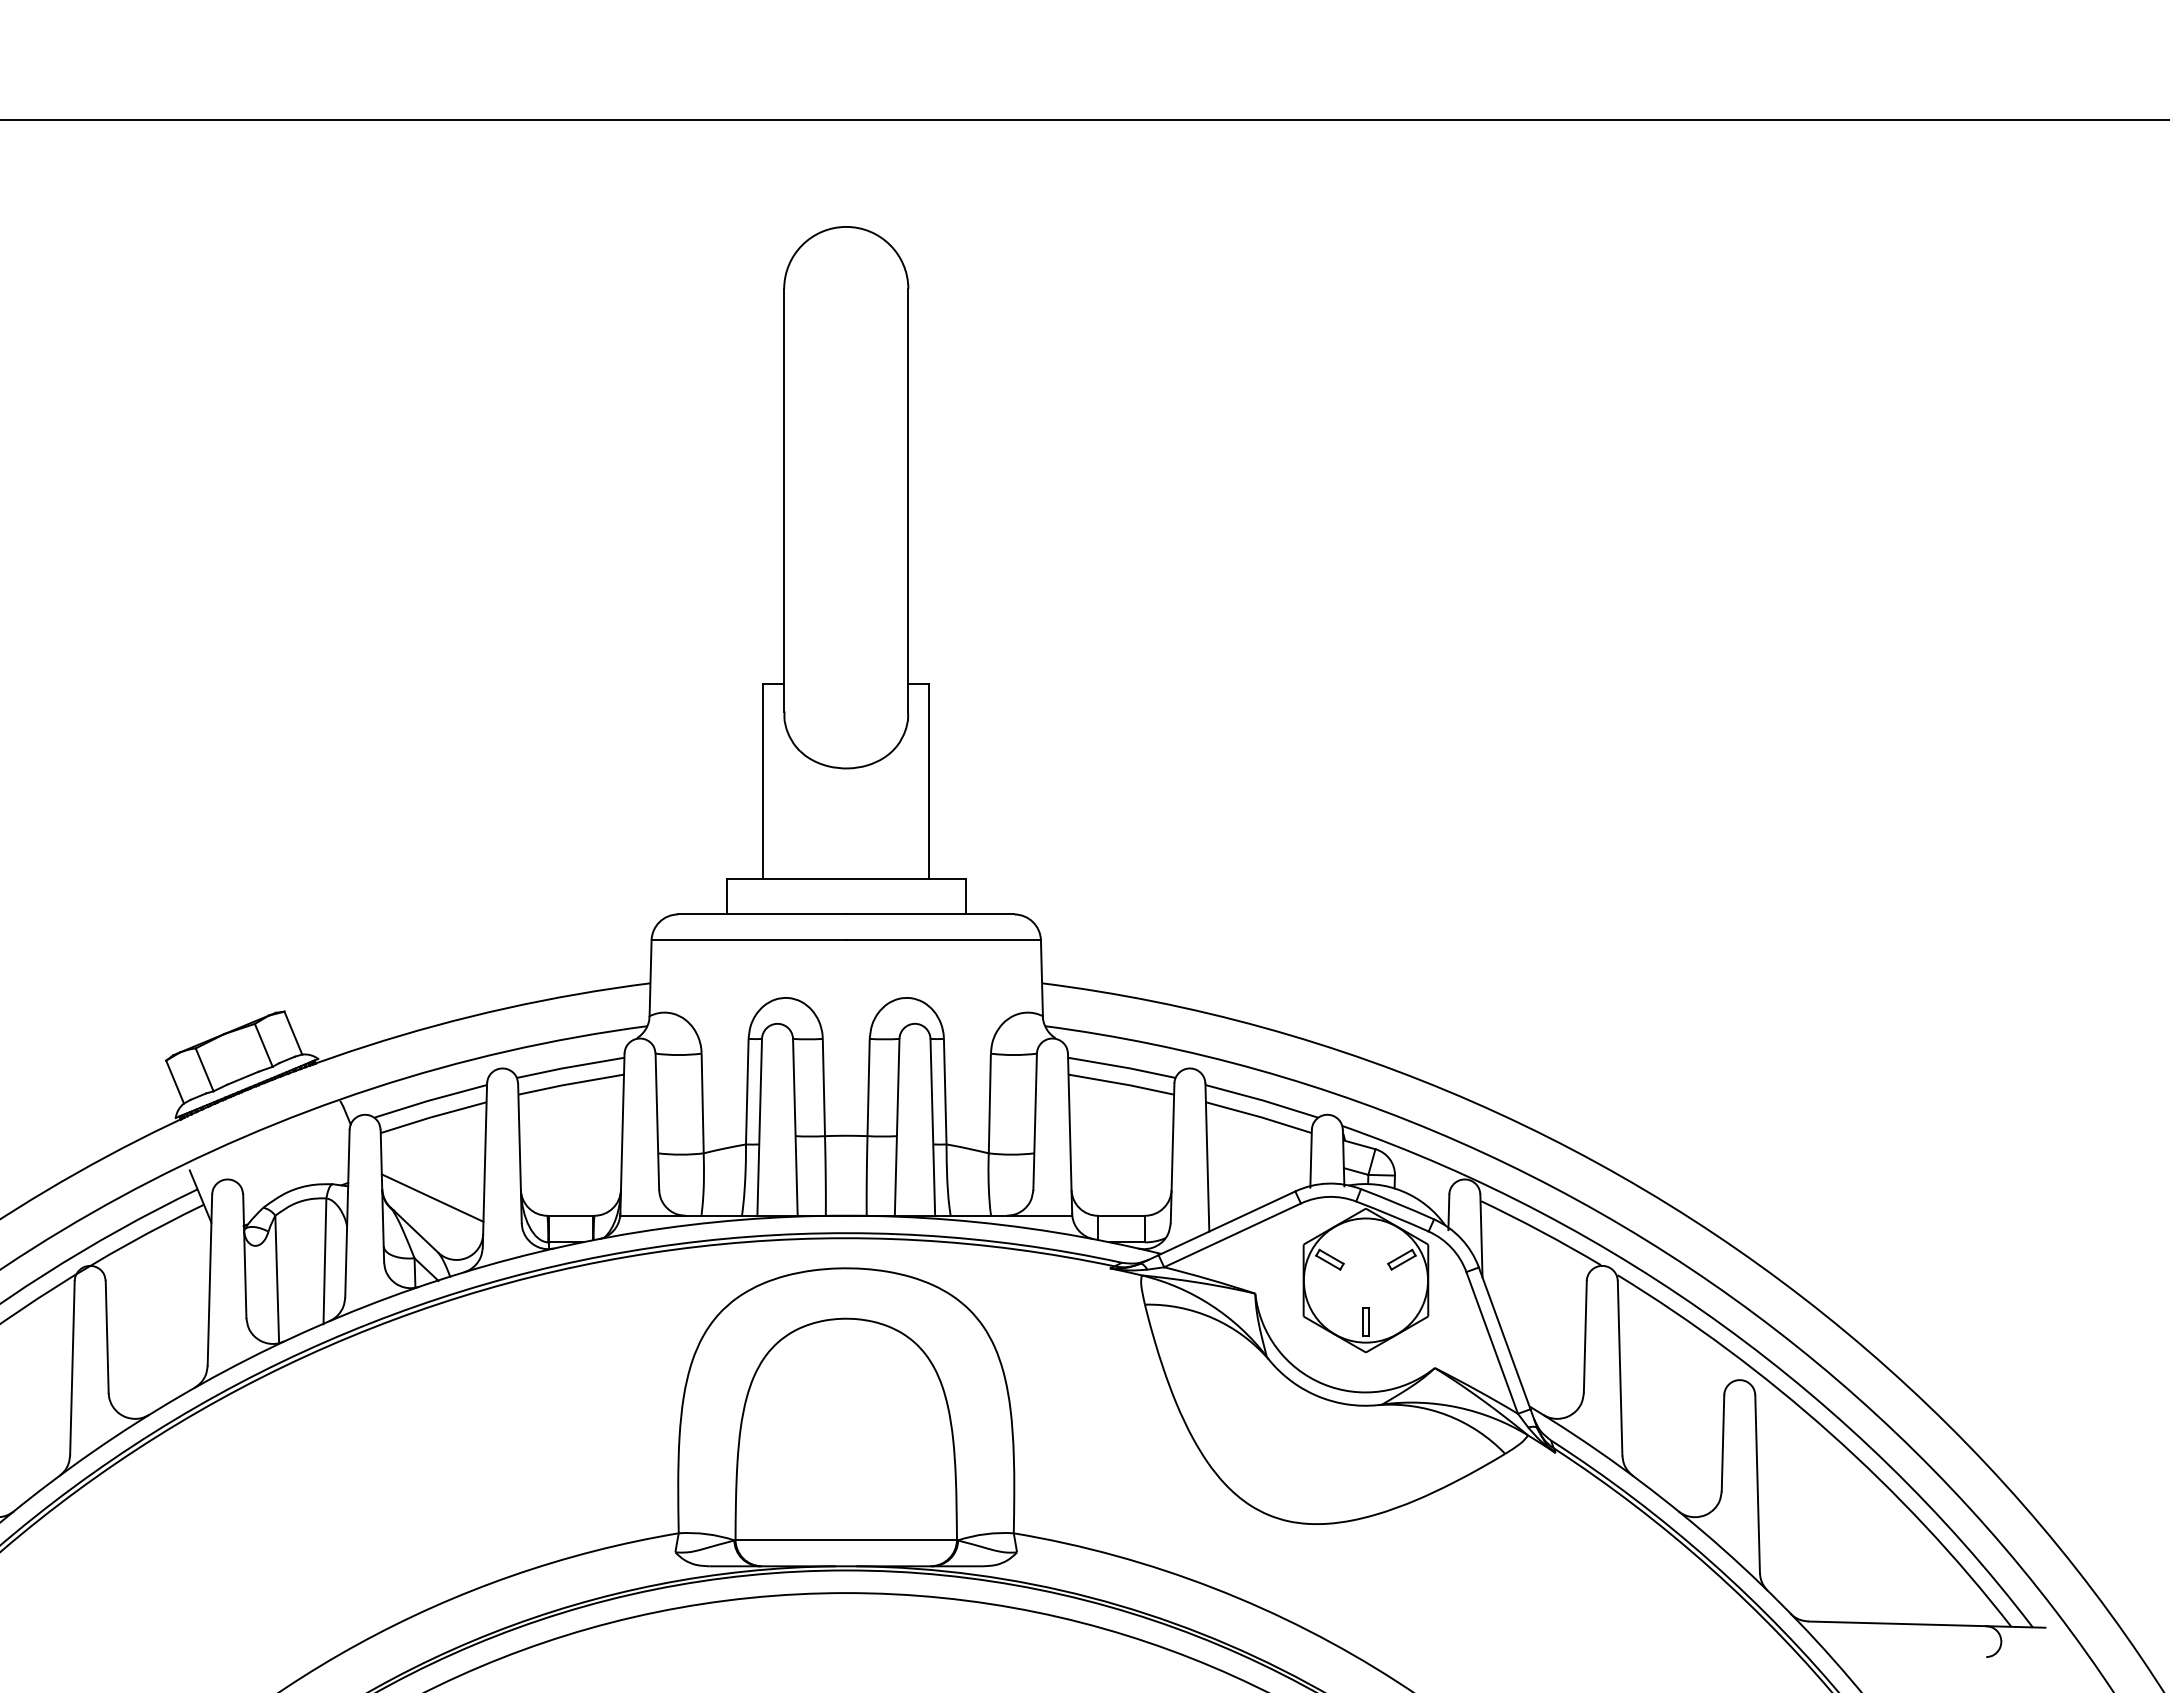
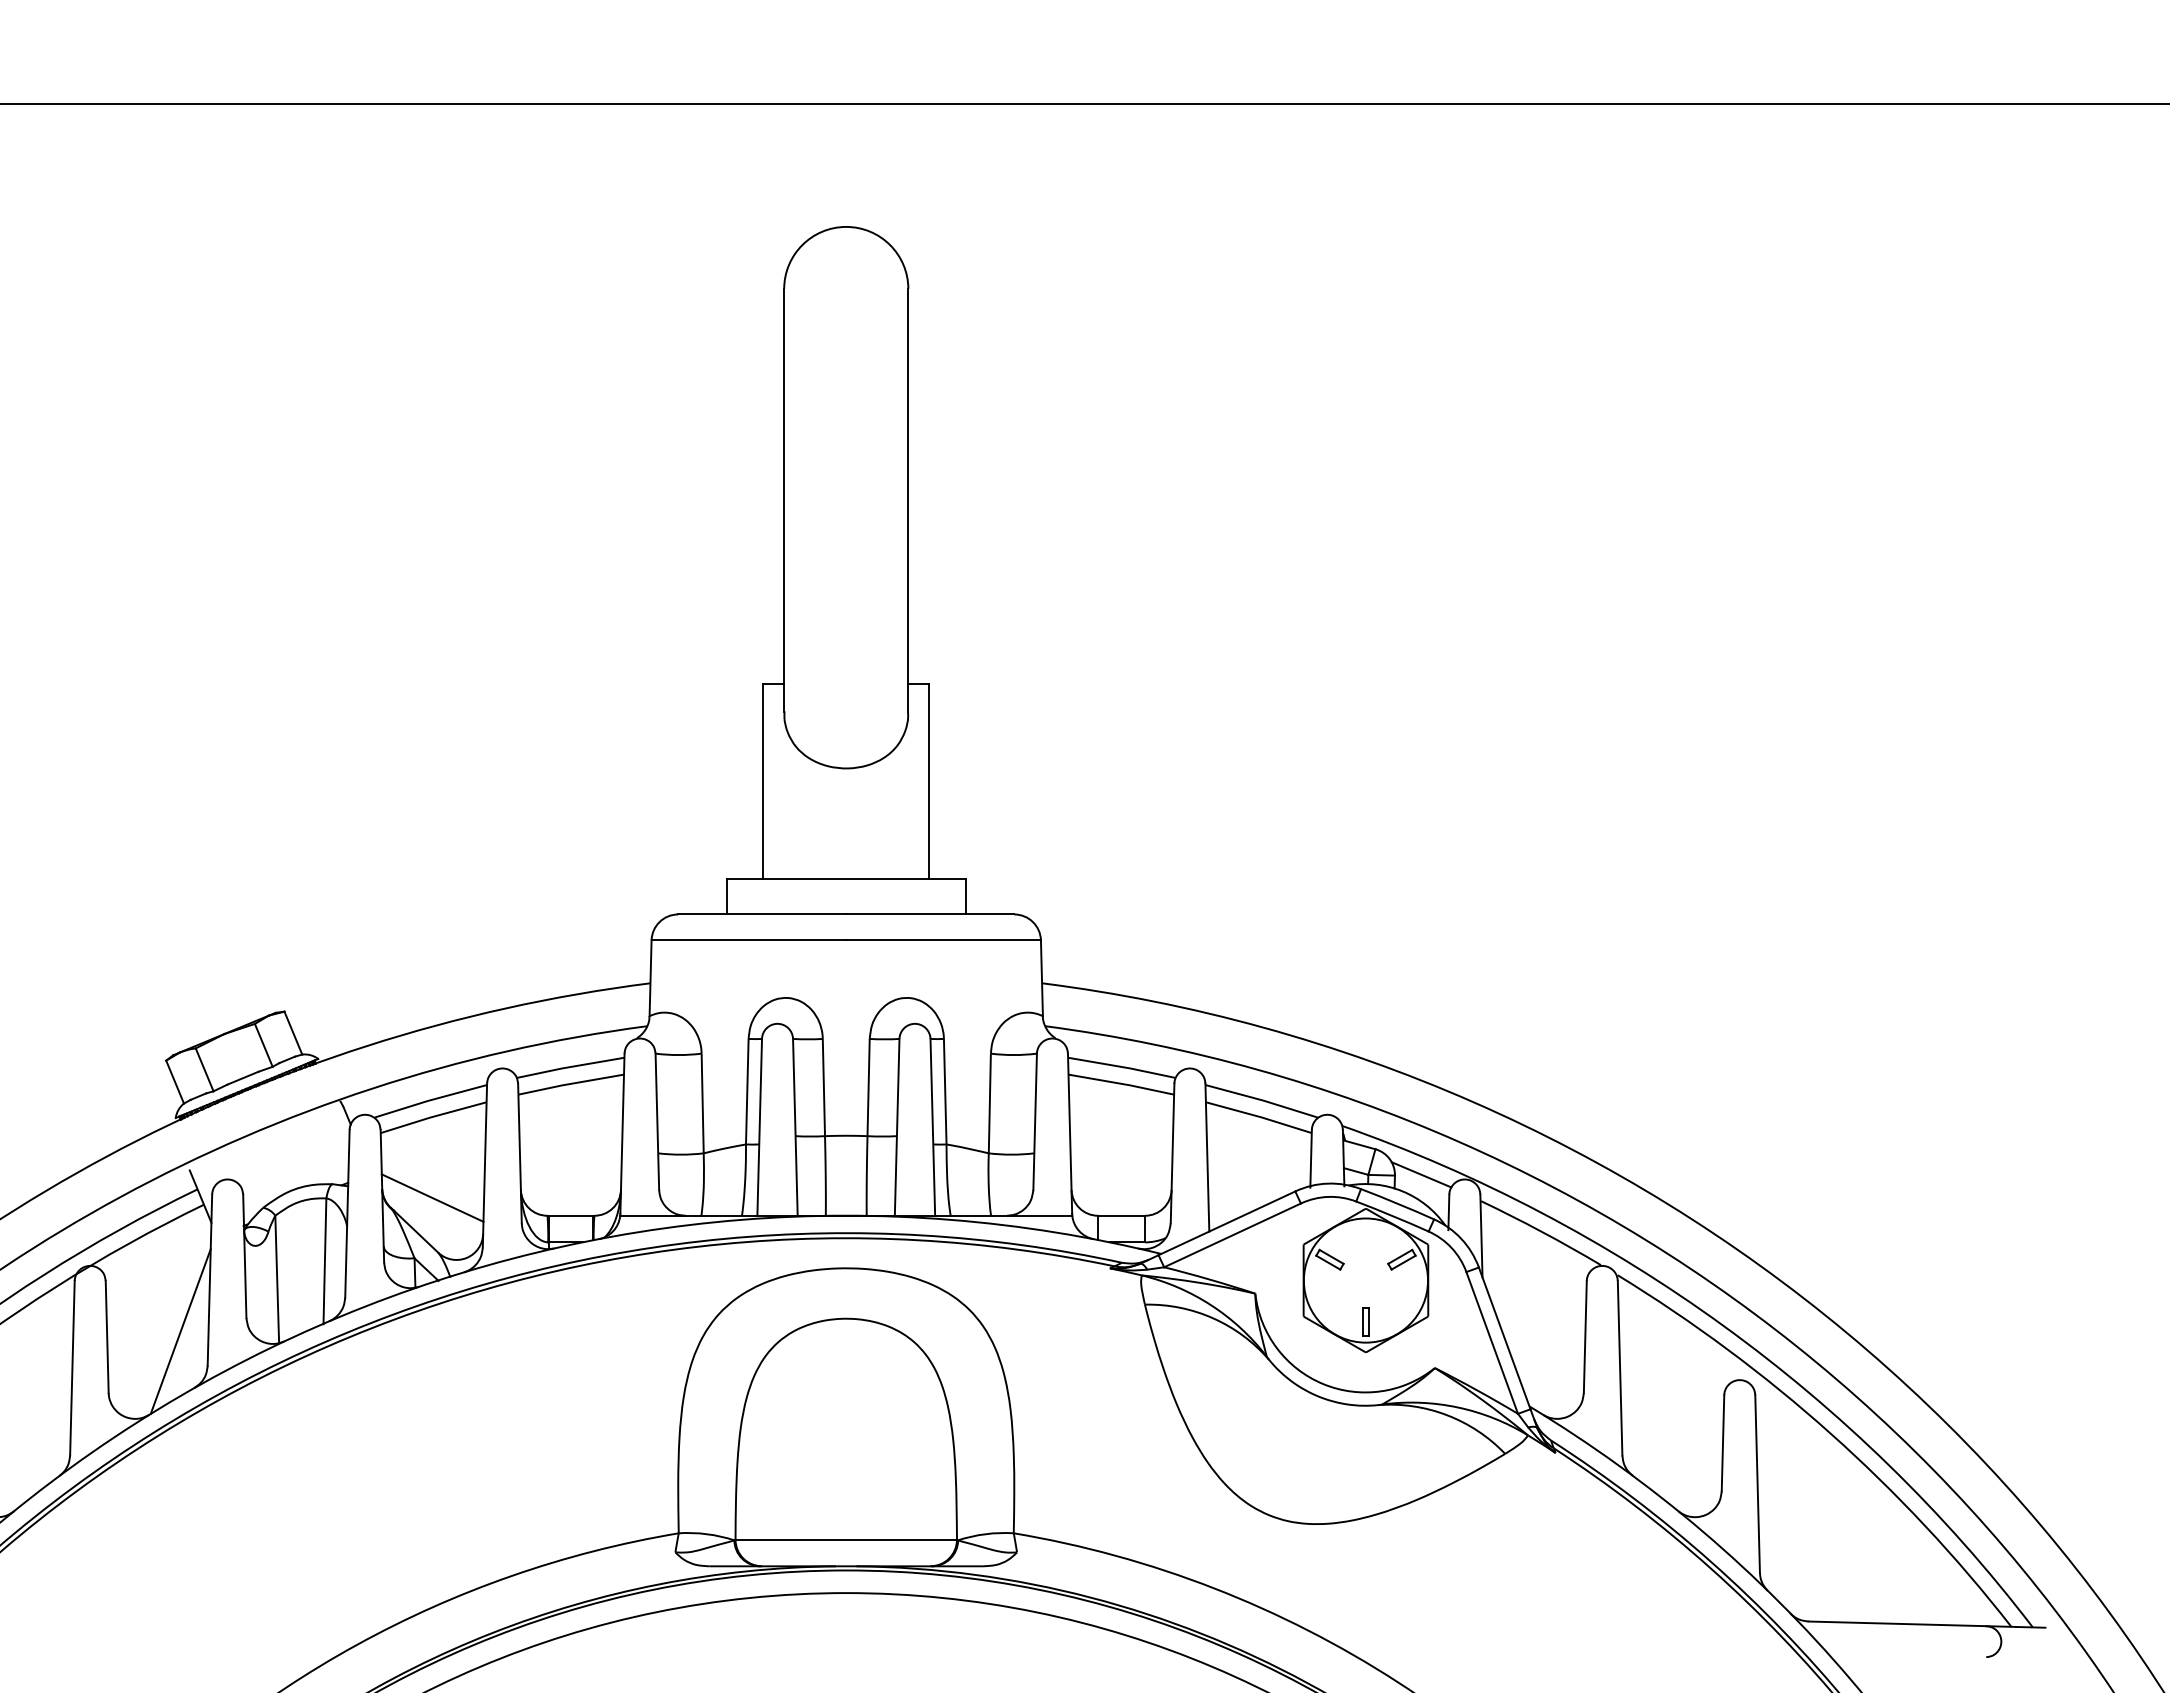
line at (1084, 120) position: (1084, 120) -> (1084, 104)
line at (1421, 1174): none -> present
line at (180, 1331): none -> present
